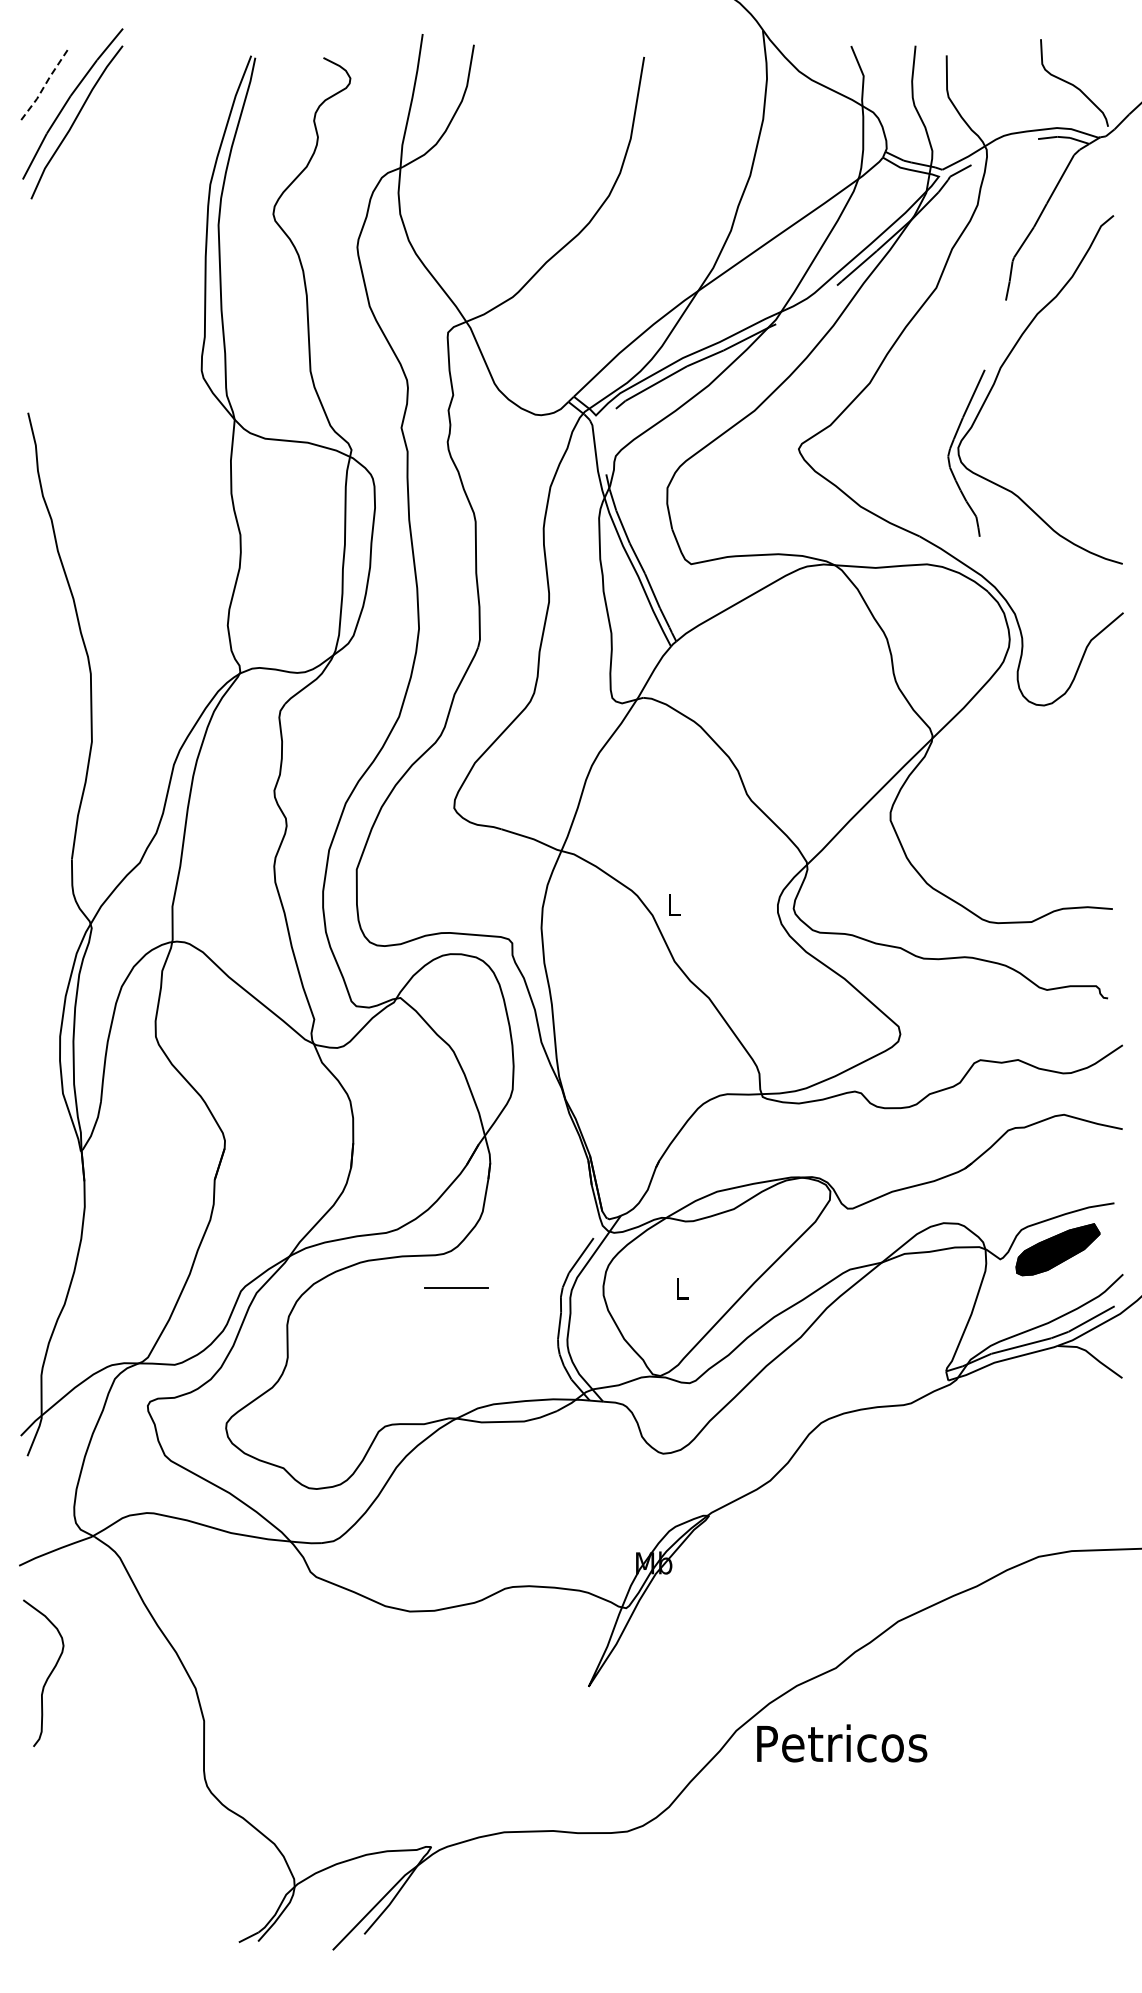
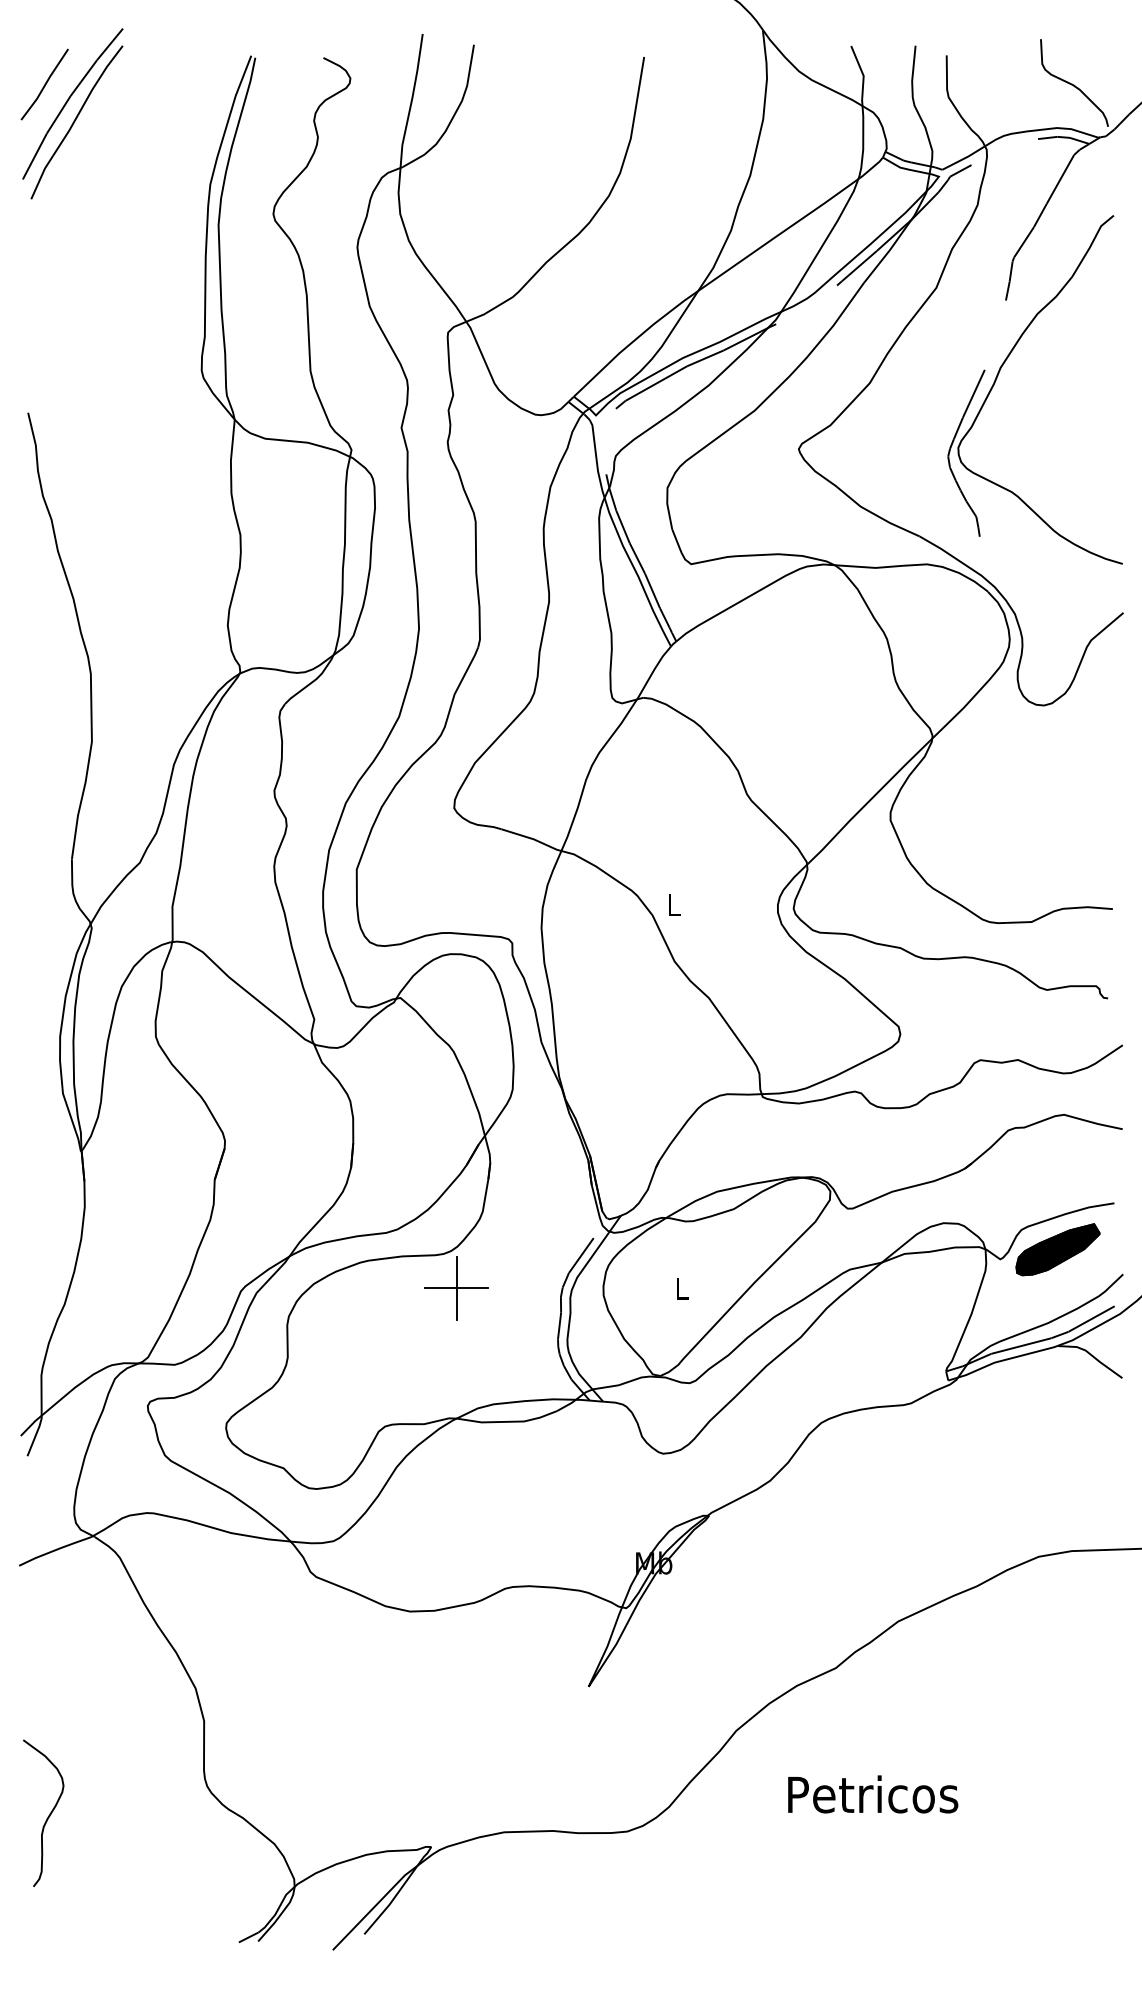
line at (45, 84): dashed -> solid
line at (456, 1288): none -> present
curve at (48, 1675) position: (48, 1675) -> (48, 1815)
text at (842, 1743) position: (842, 1743) -> (873, 1794)
